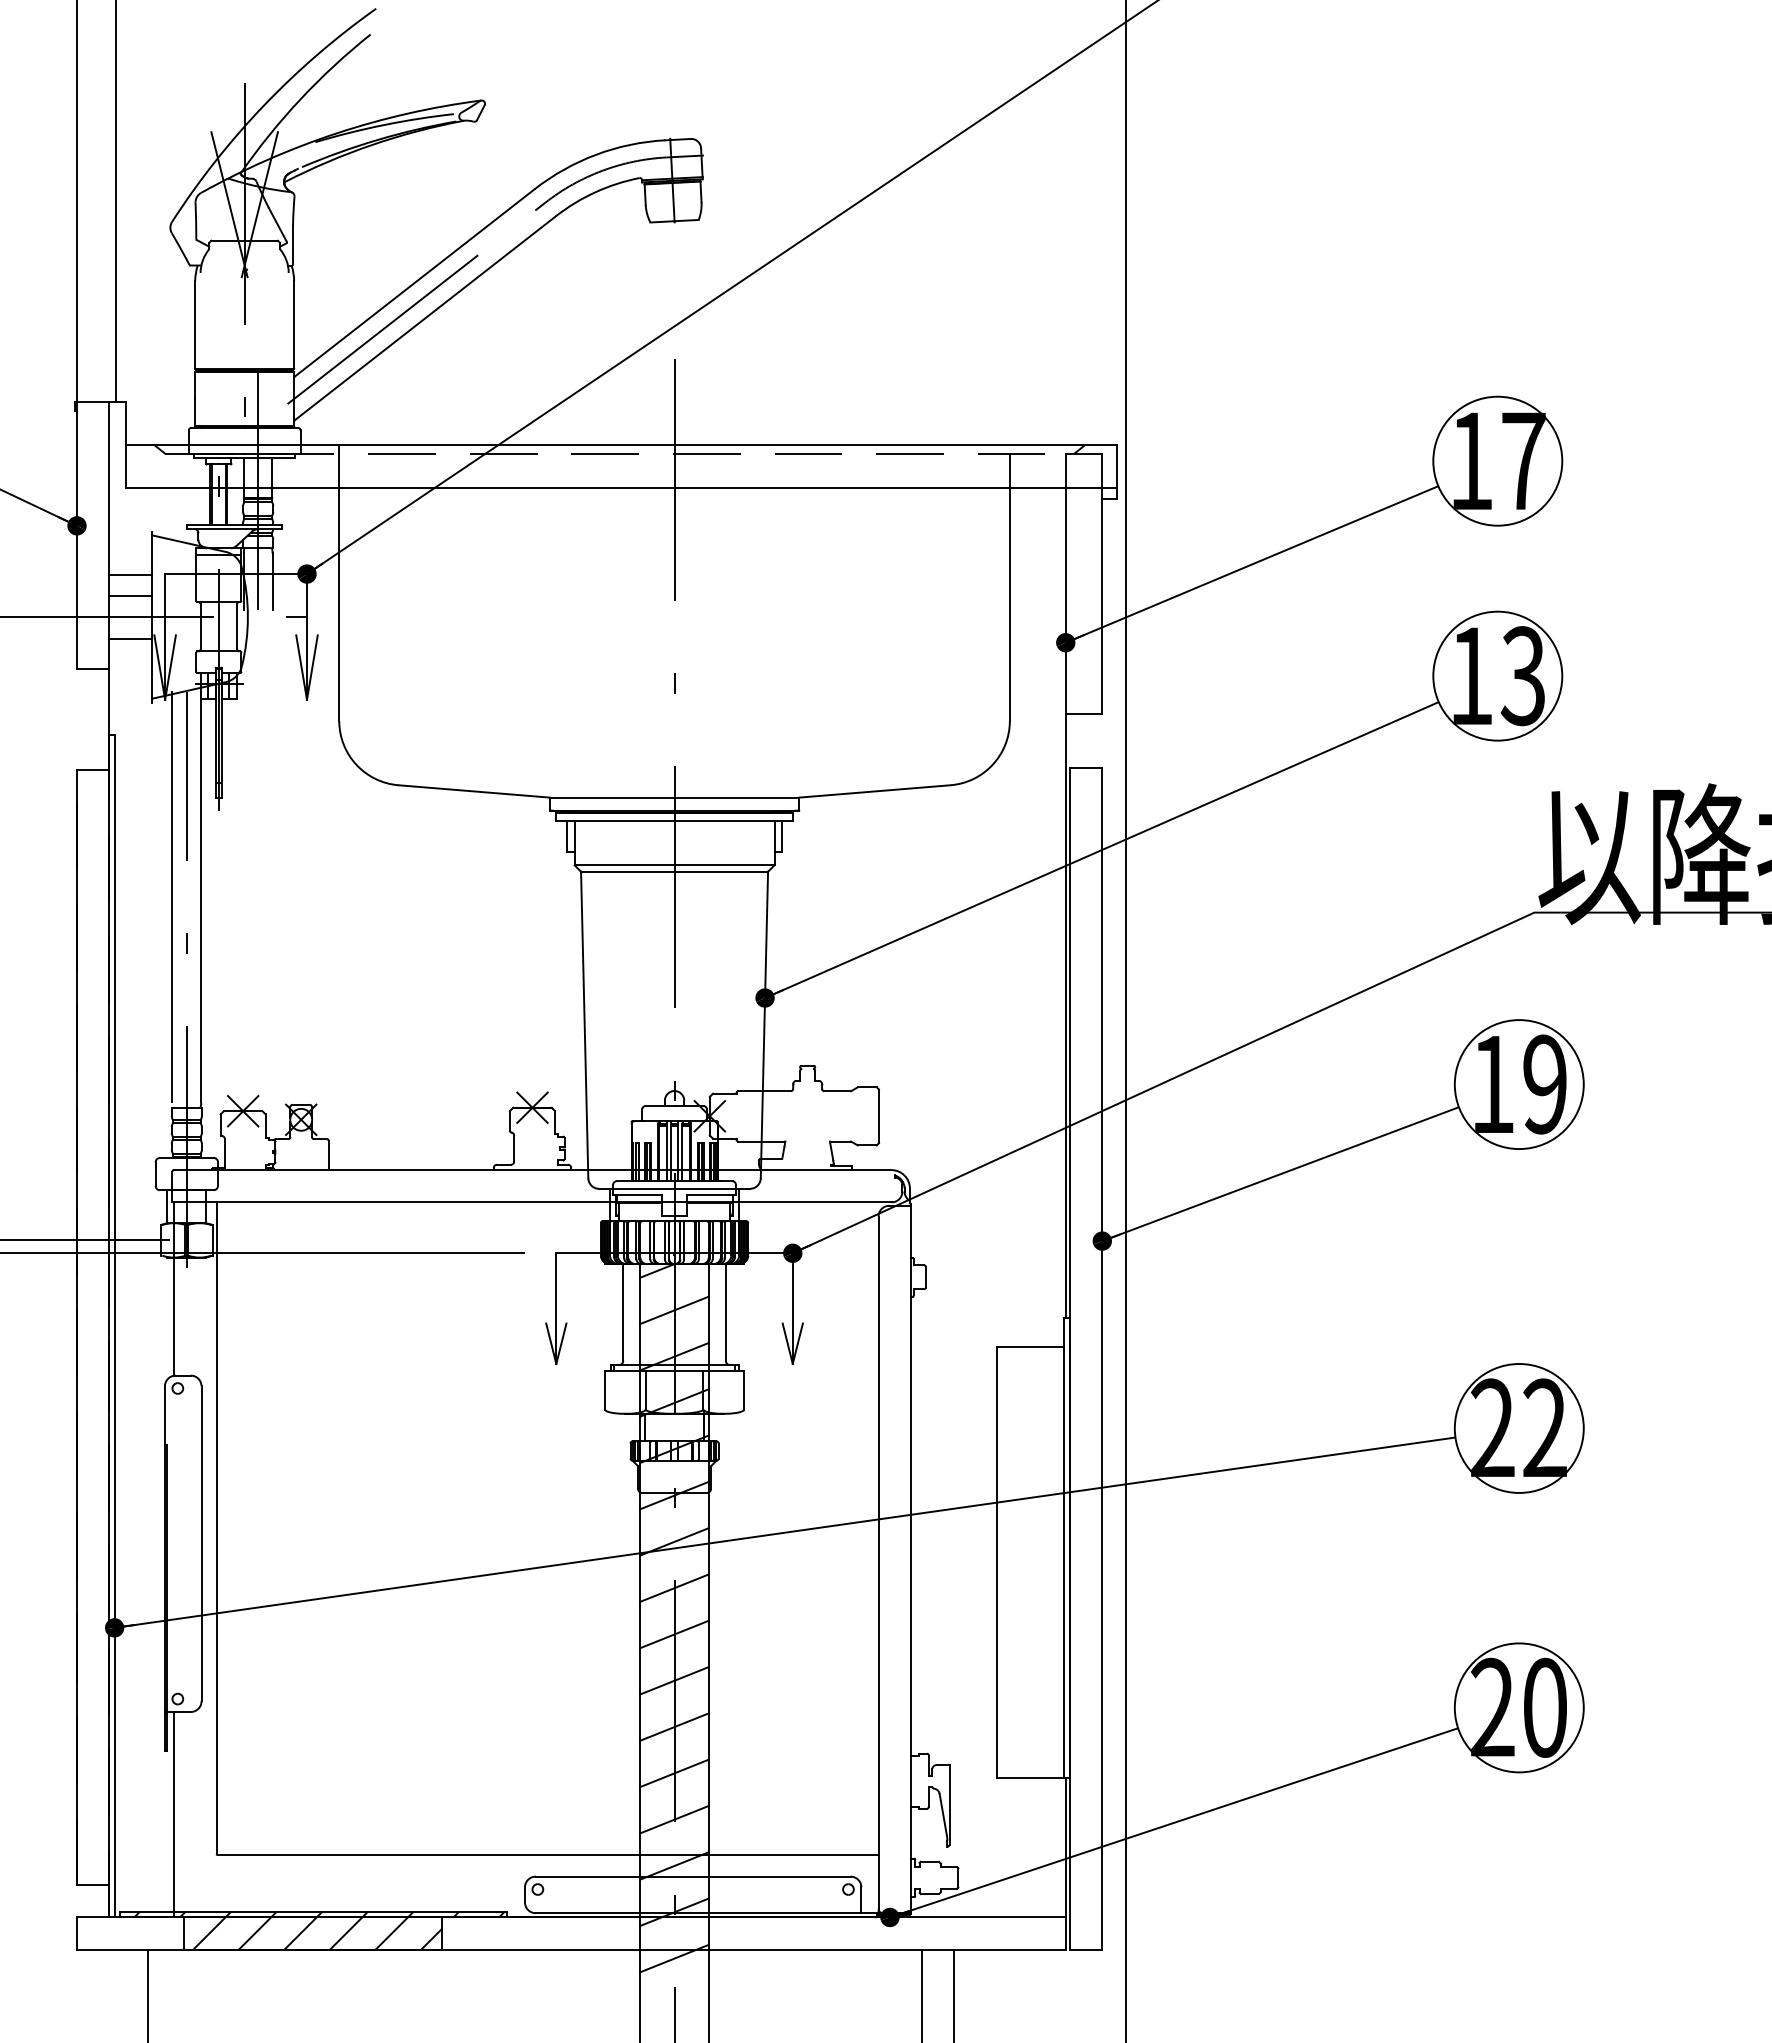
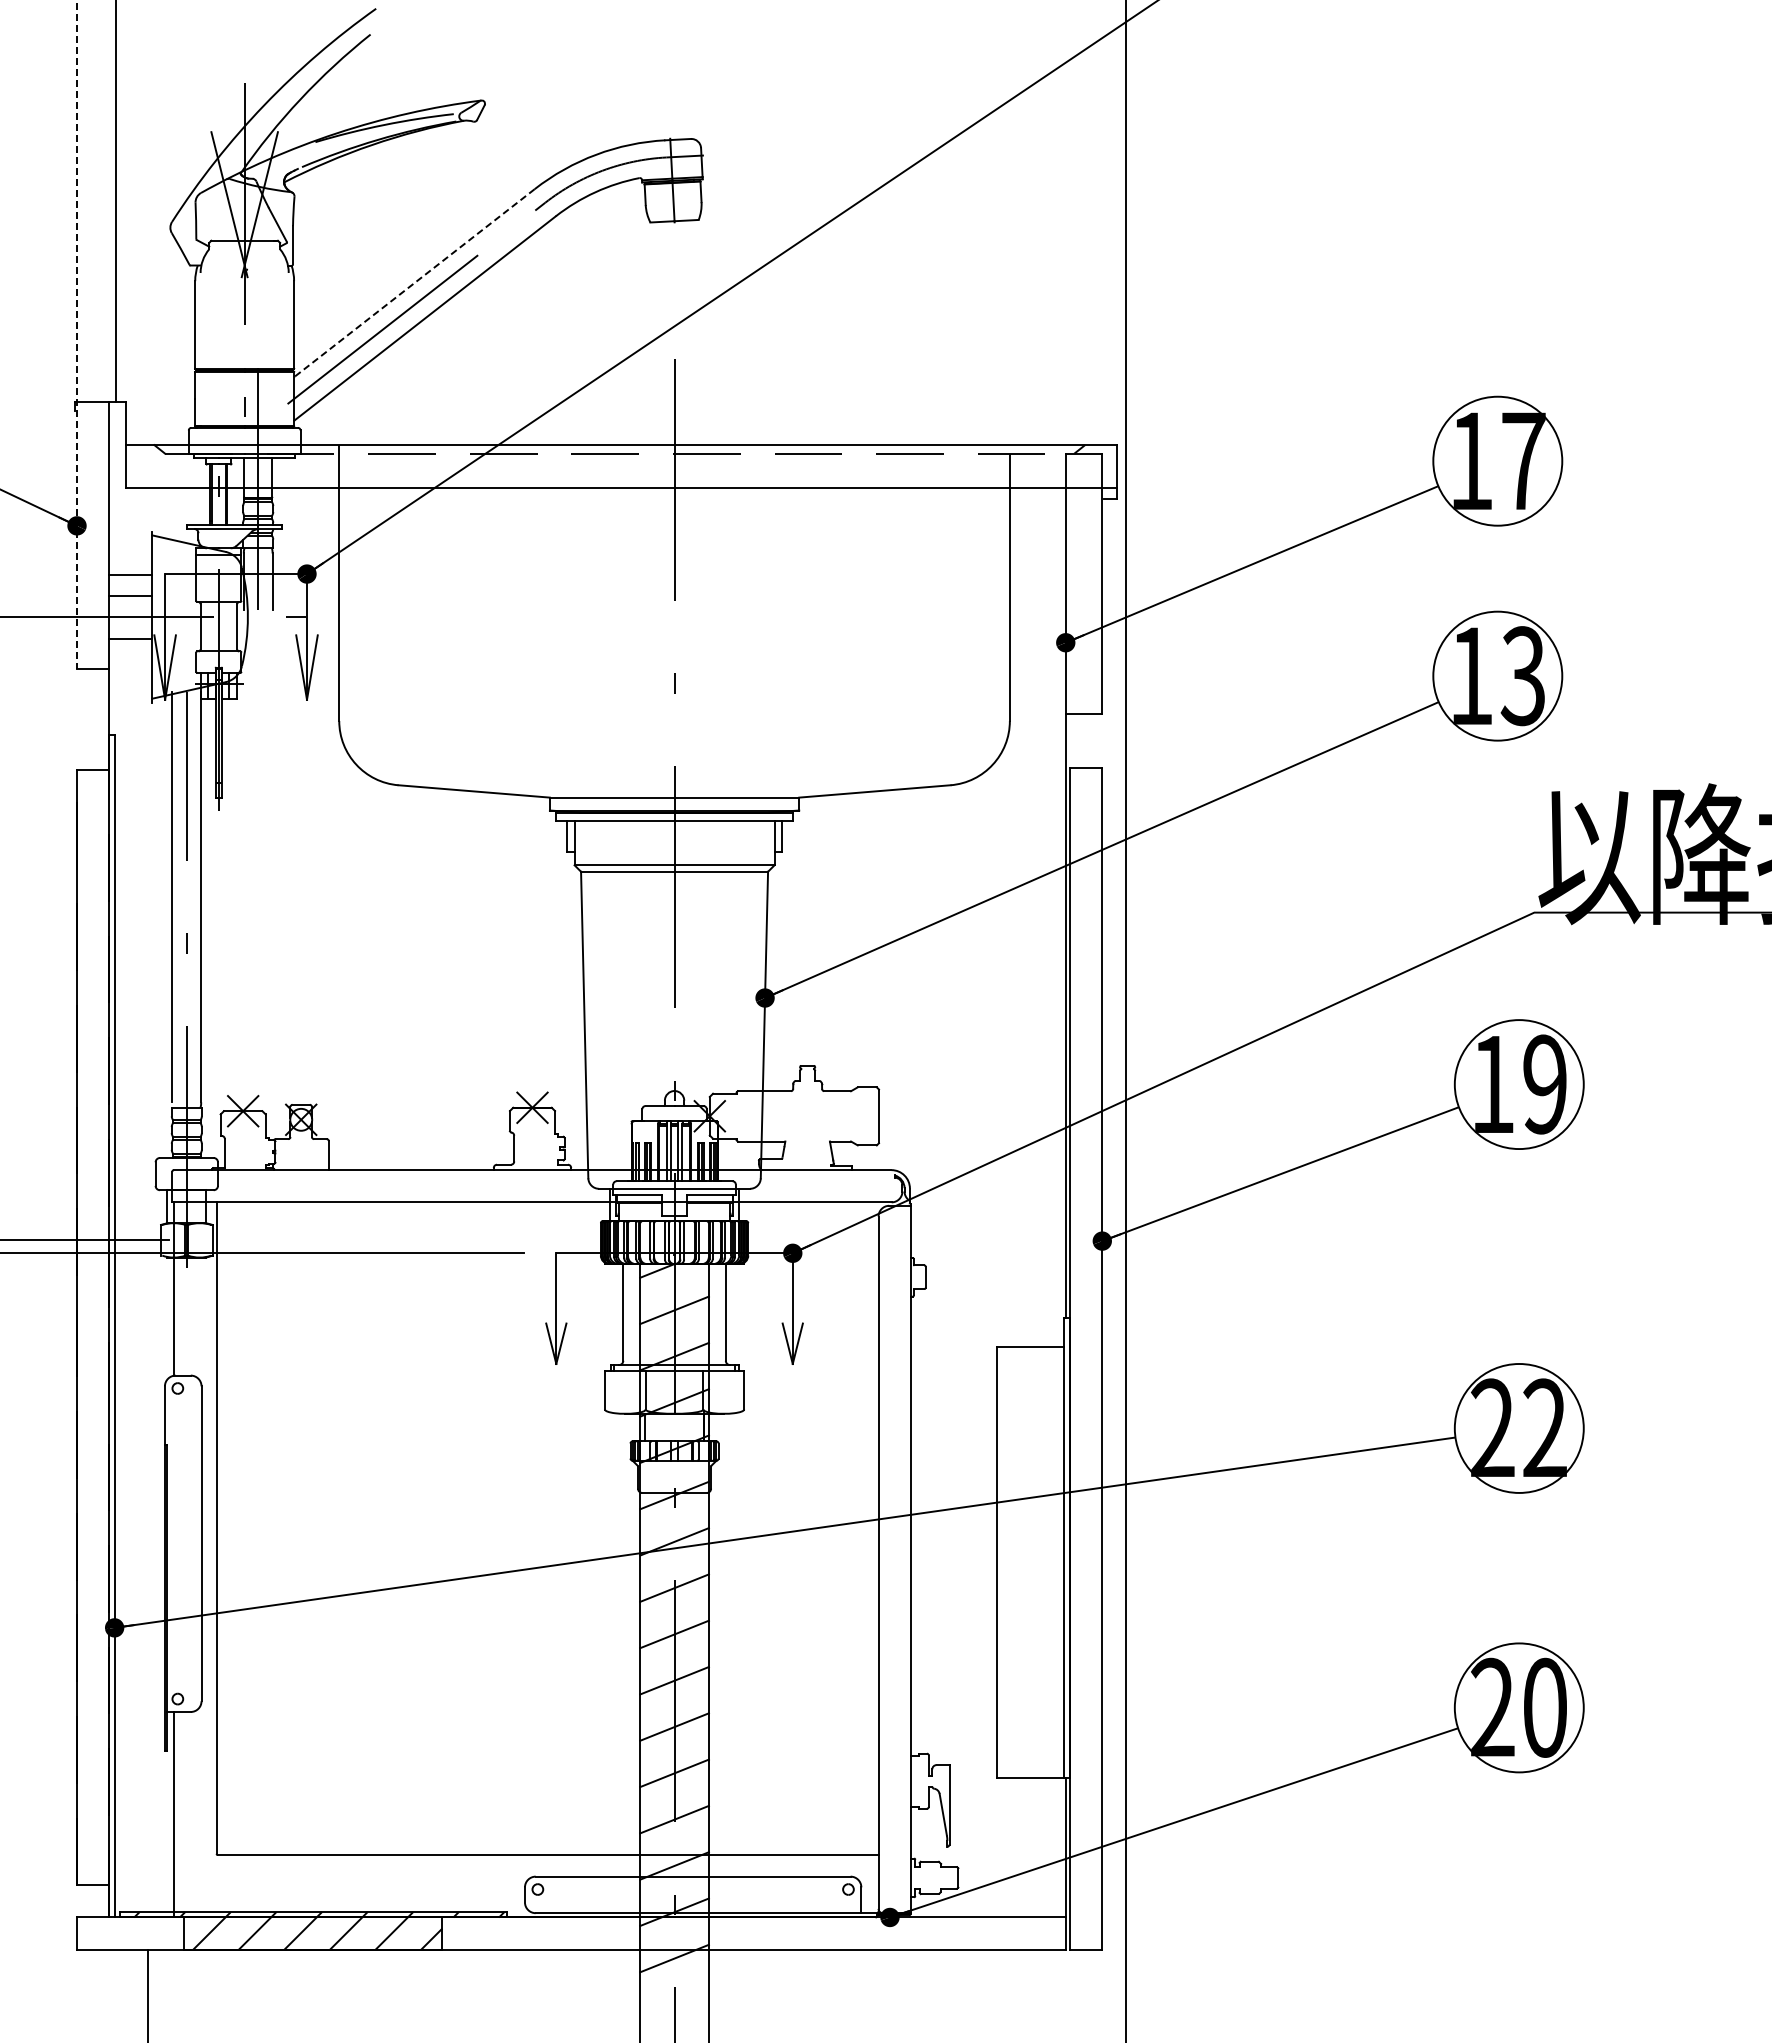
line at (414, 282): solid -> dashed
line at (77, 334): solid -> dashed
line at (921, 1994): present -> none
line at (953, 1994): present -> none
